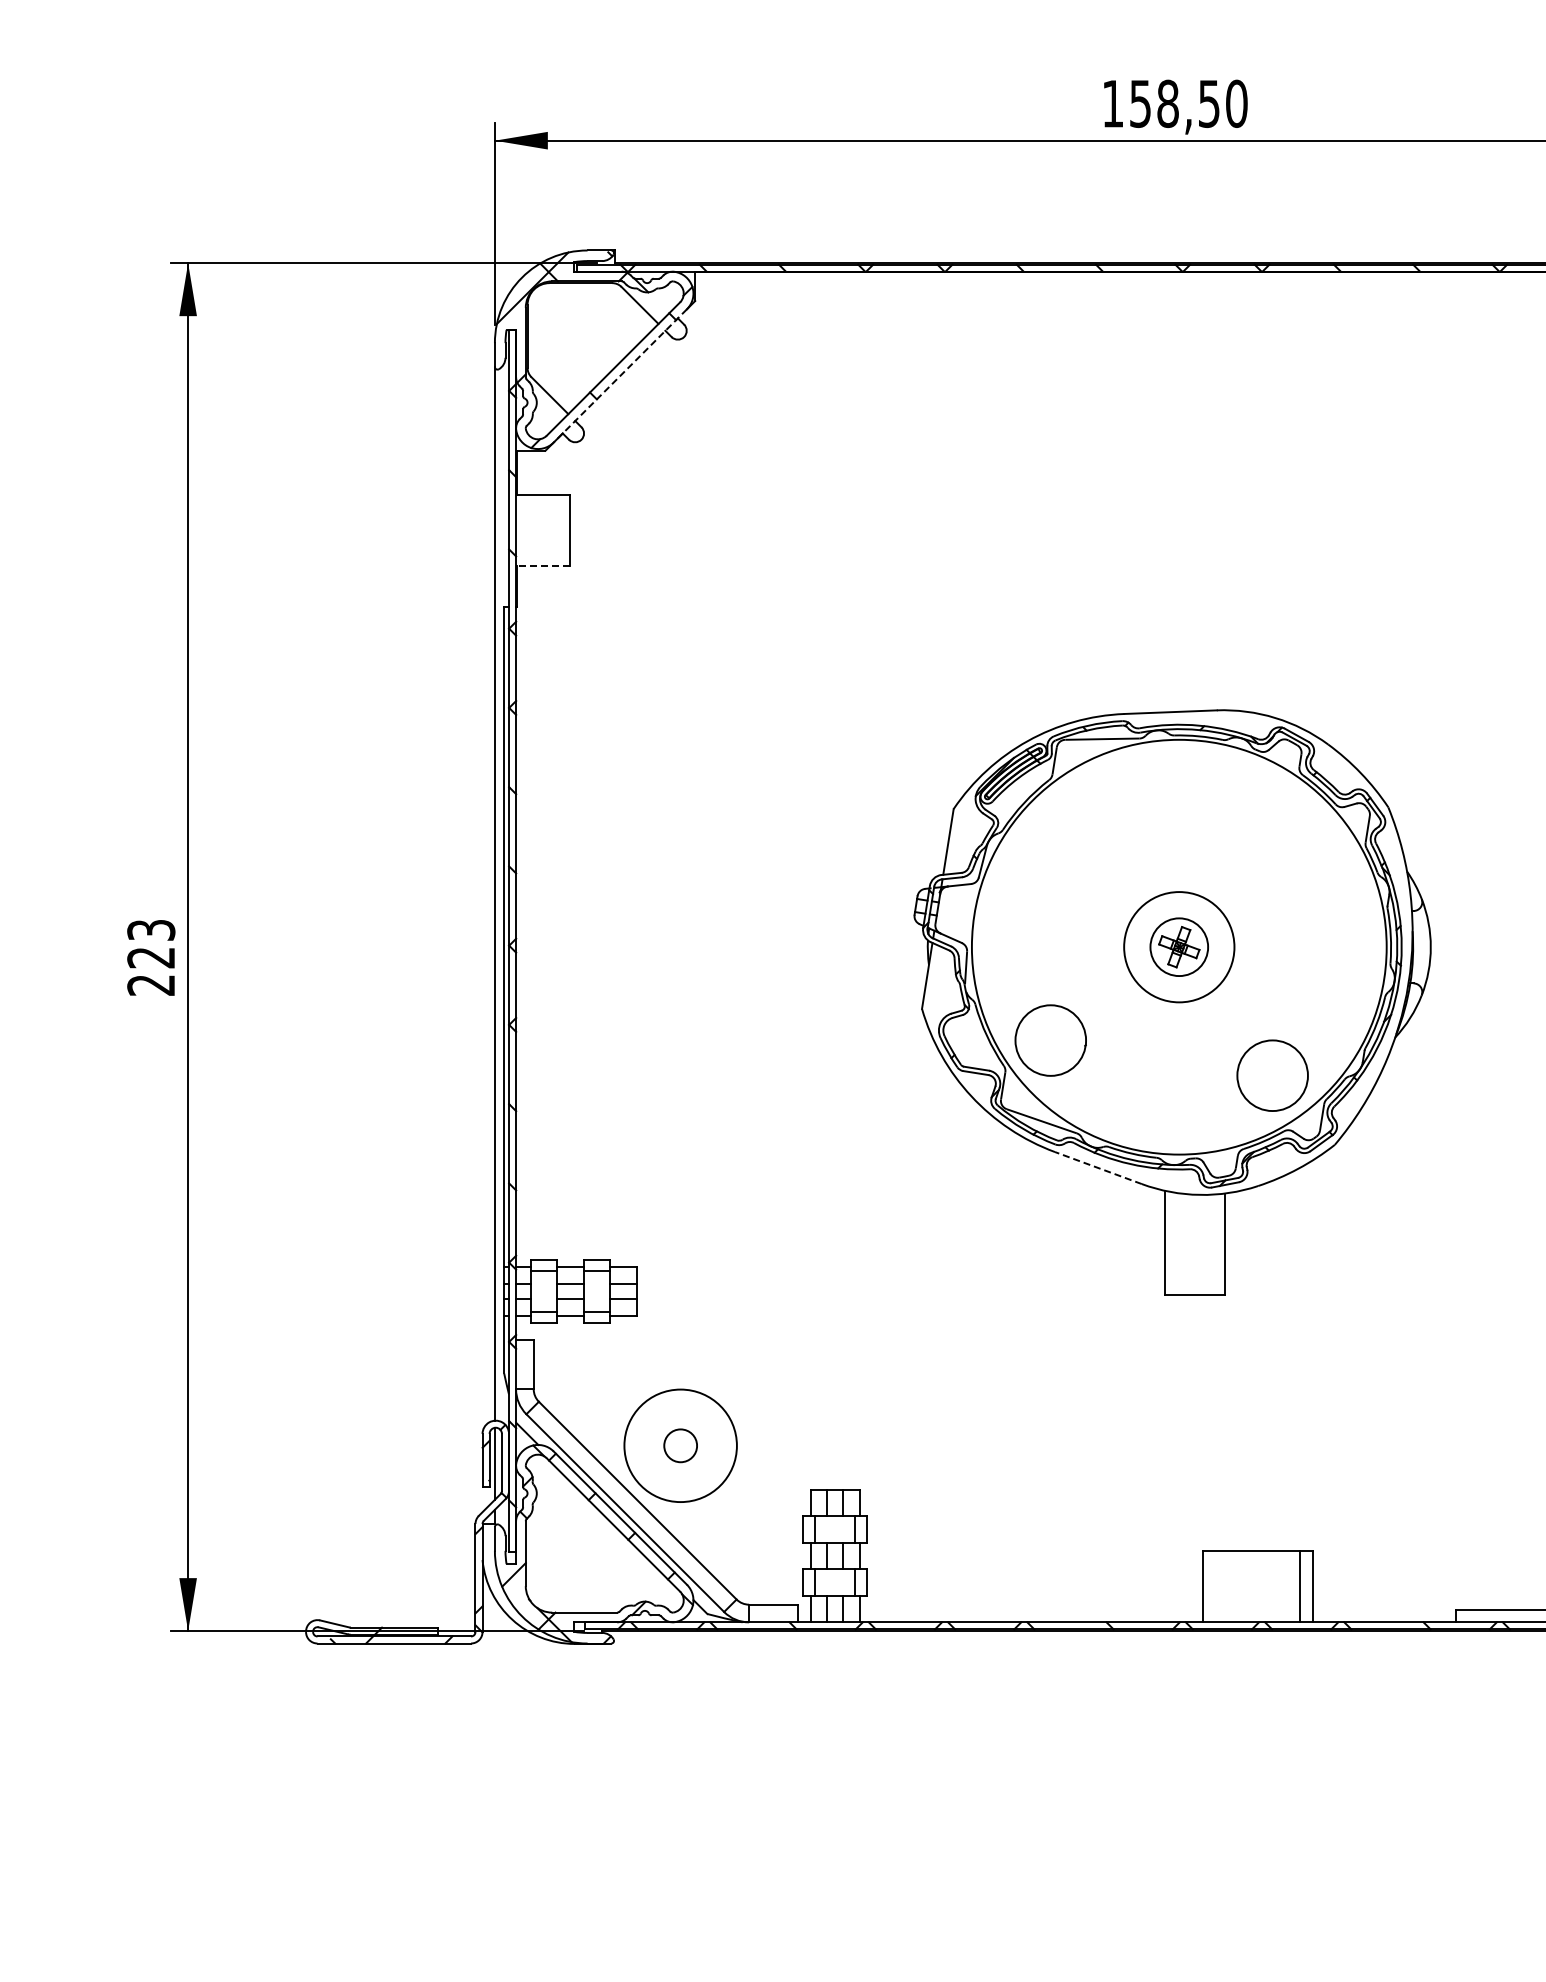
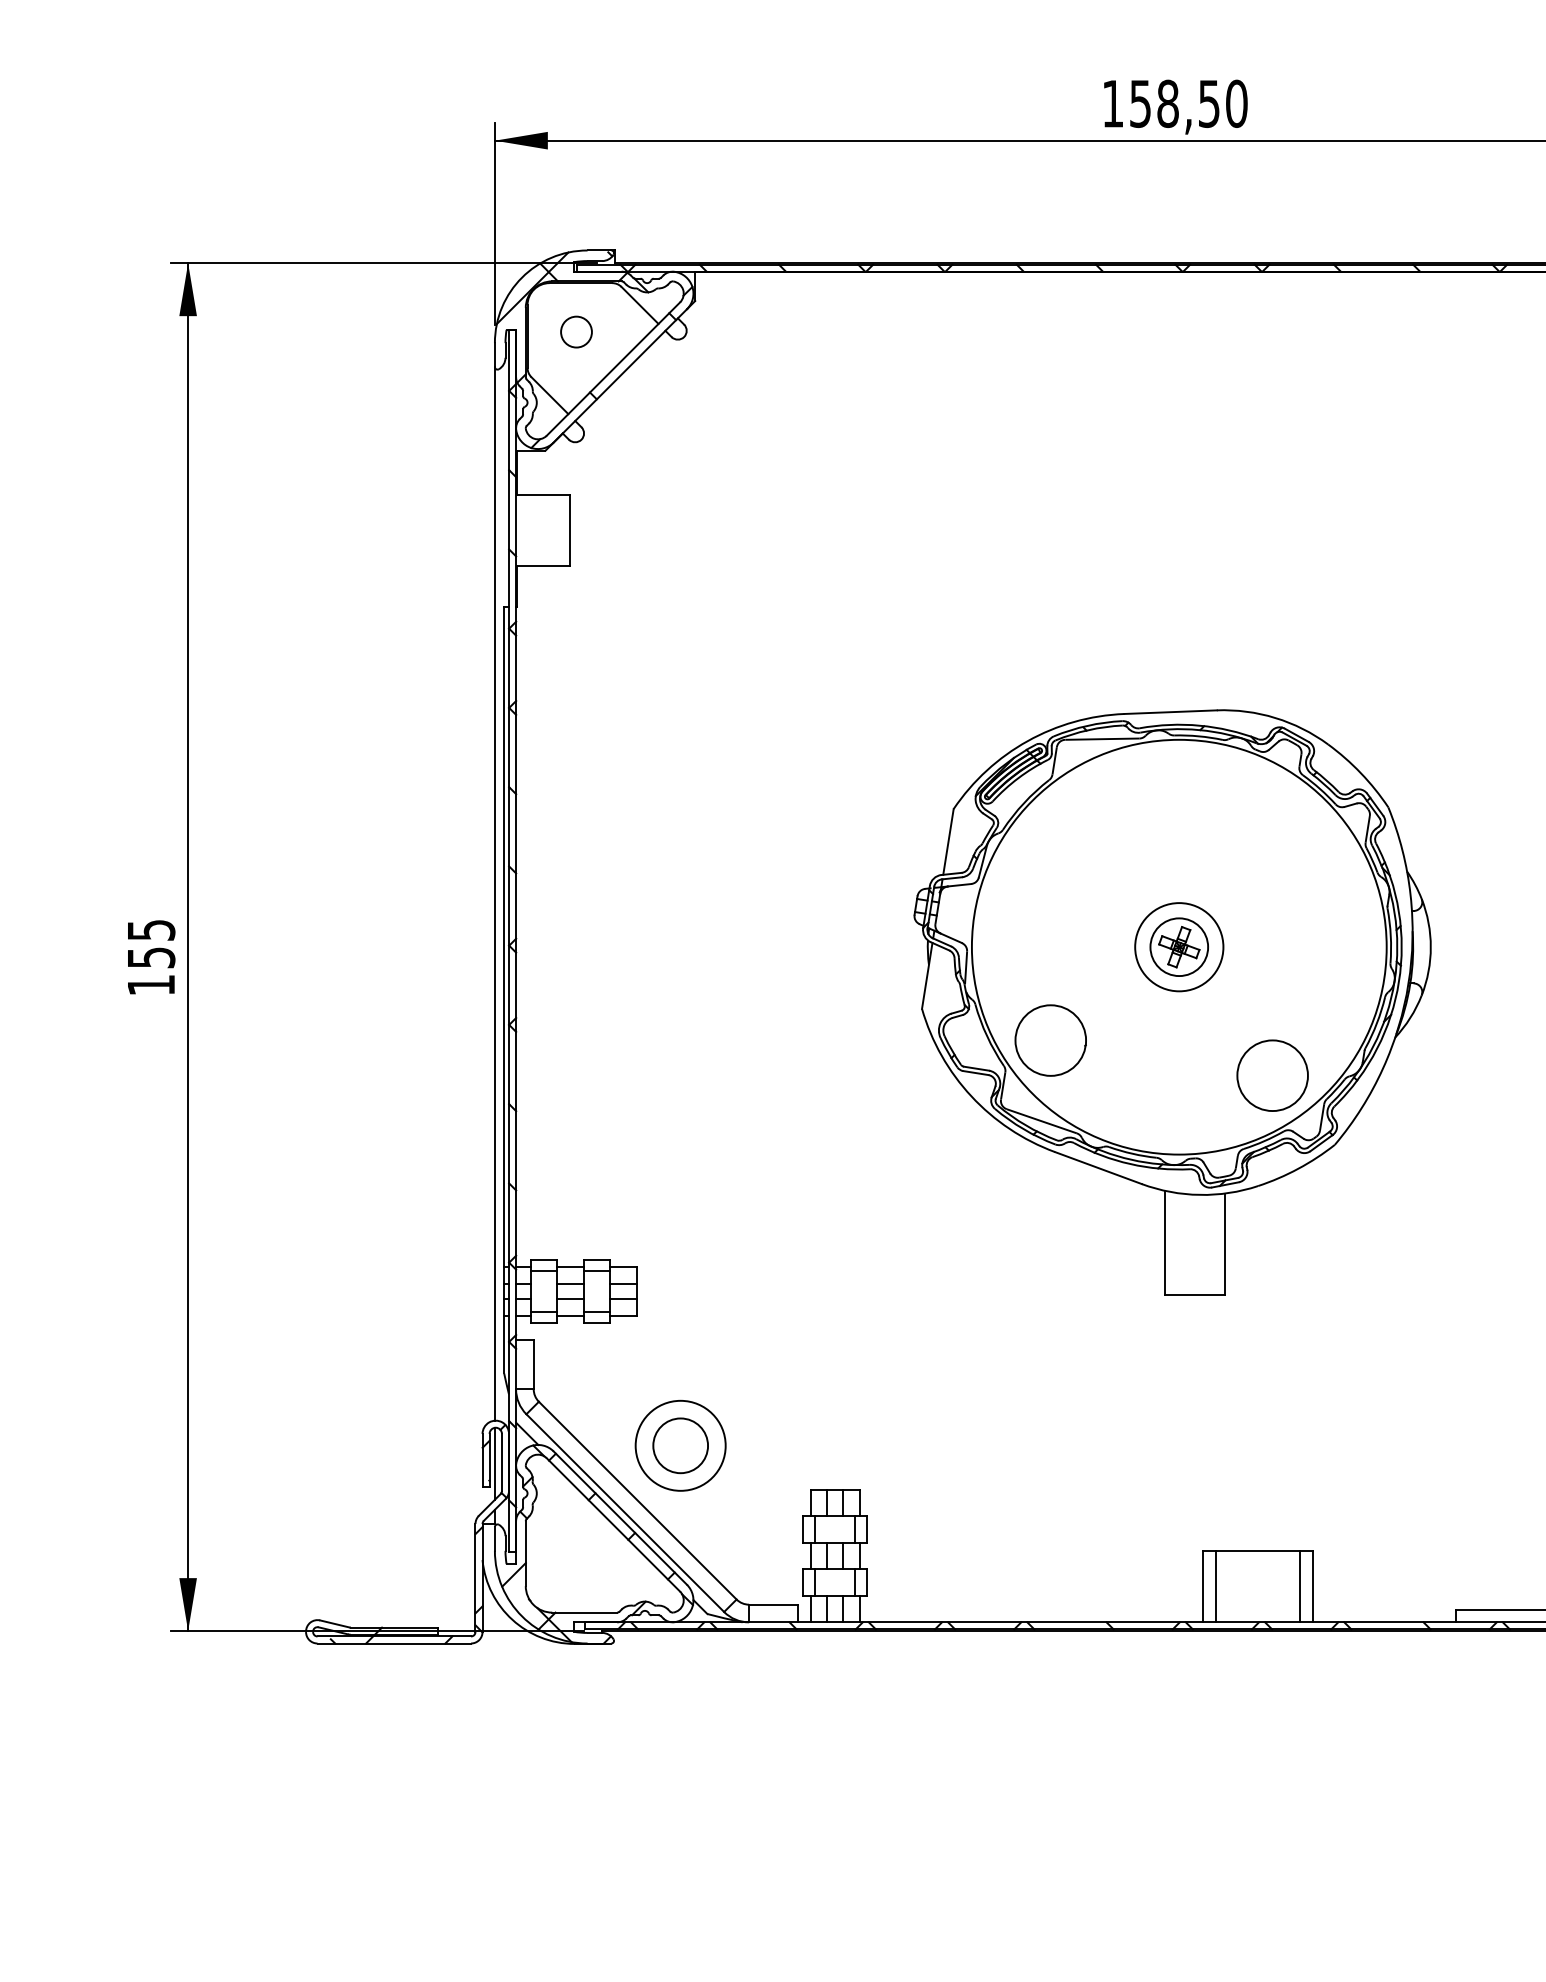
circle at (576, 331): none -> present
line at (619, 376): dashed -> solid
line at (543, 566): dashed -> solid
circle at (1179, 947) diameter: 110 px -> 88 px
text at (151, 957): 223 -> 155
line at (1097, 1167): dashed -> solid
circle at (680, 1445) diameter: 113 px -> 90 px
circle at (680, 1445) diameter: 33 px -> 55 px
line at (1216, 1586): none -> present
